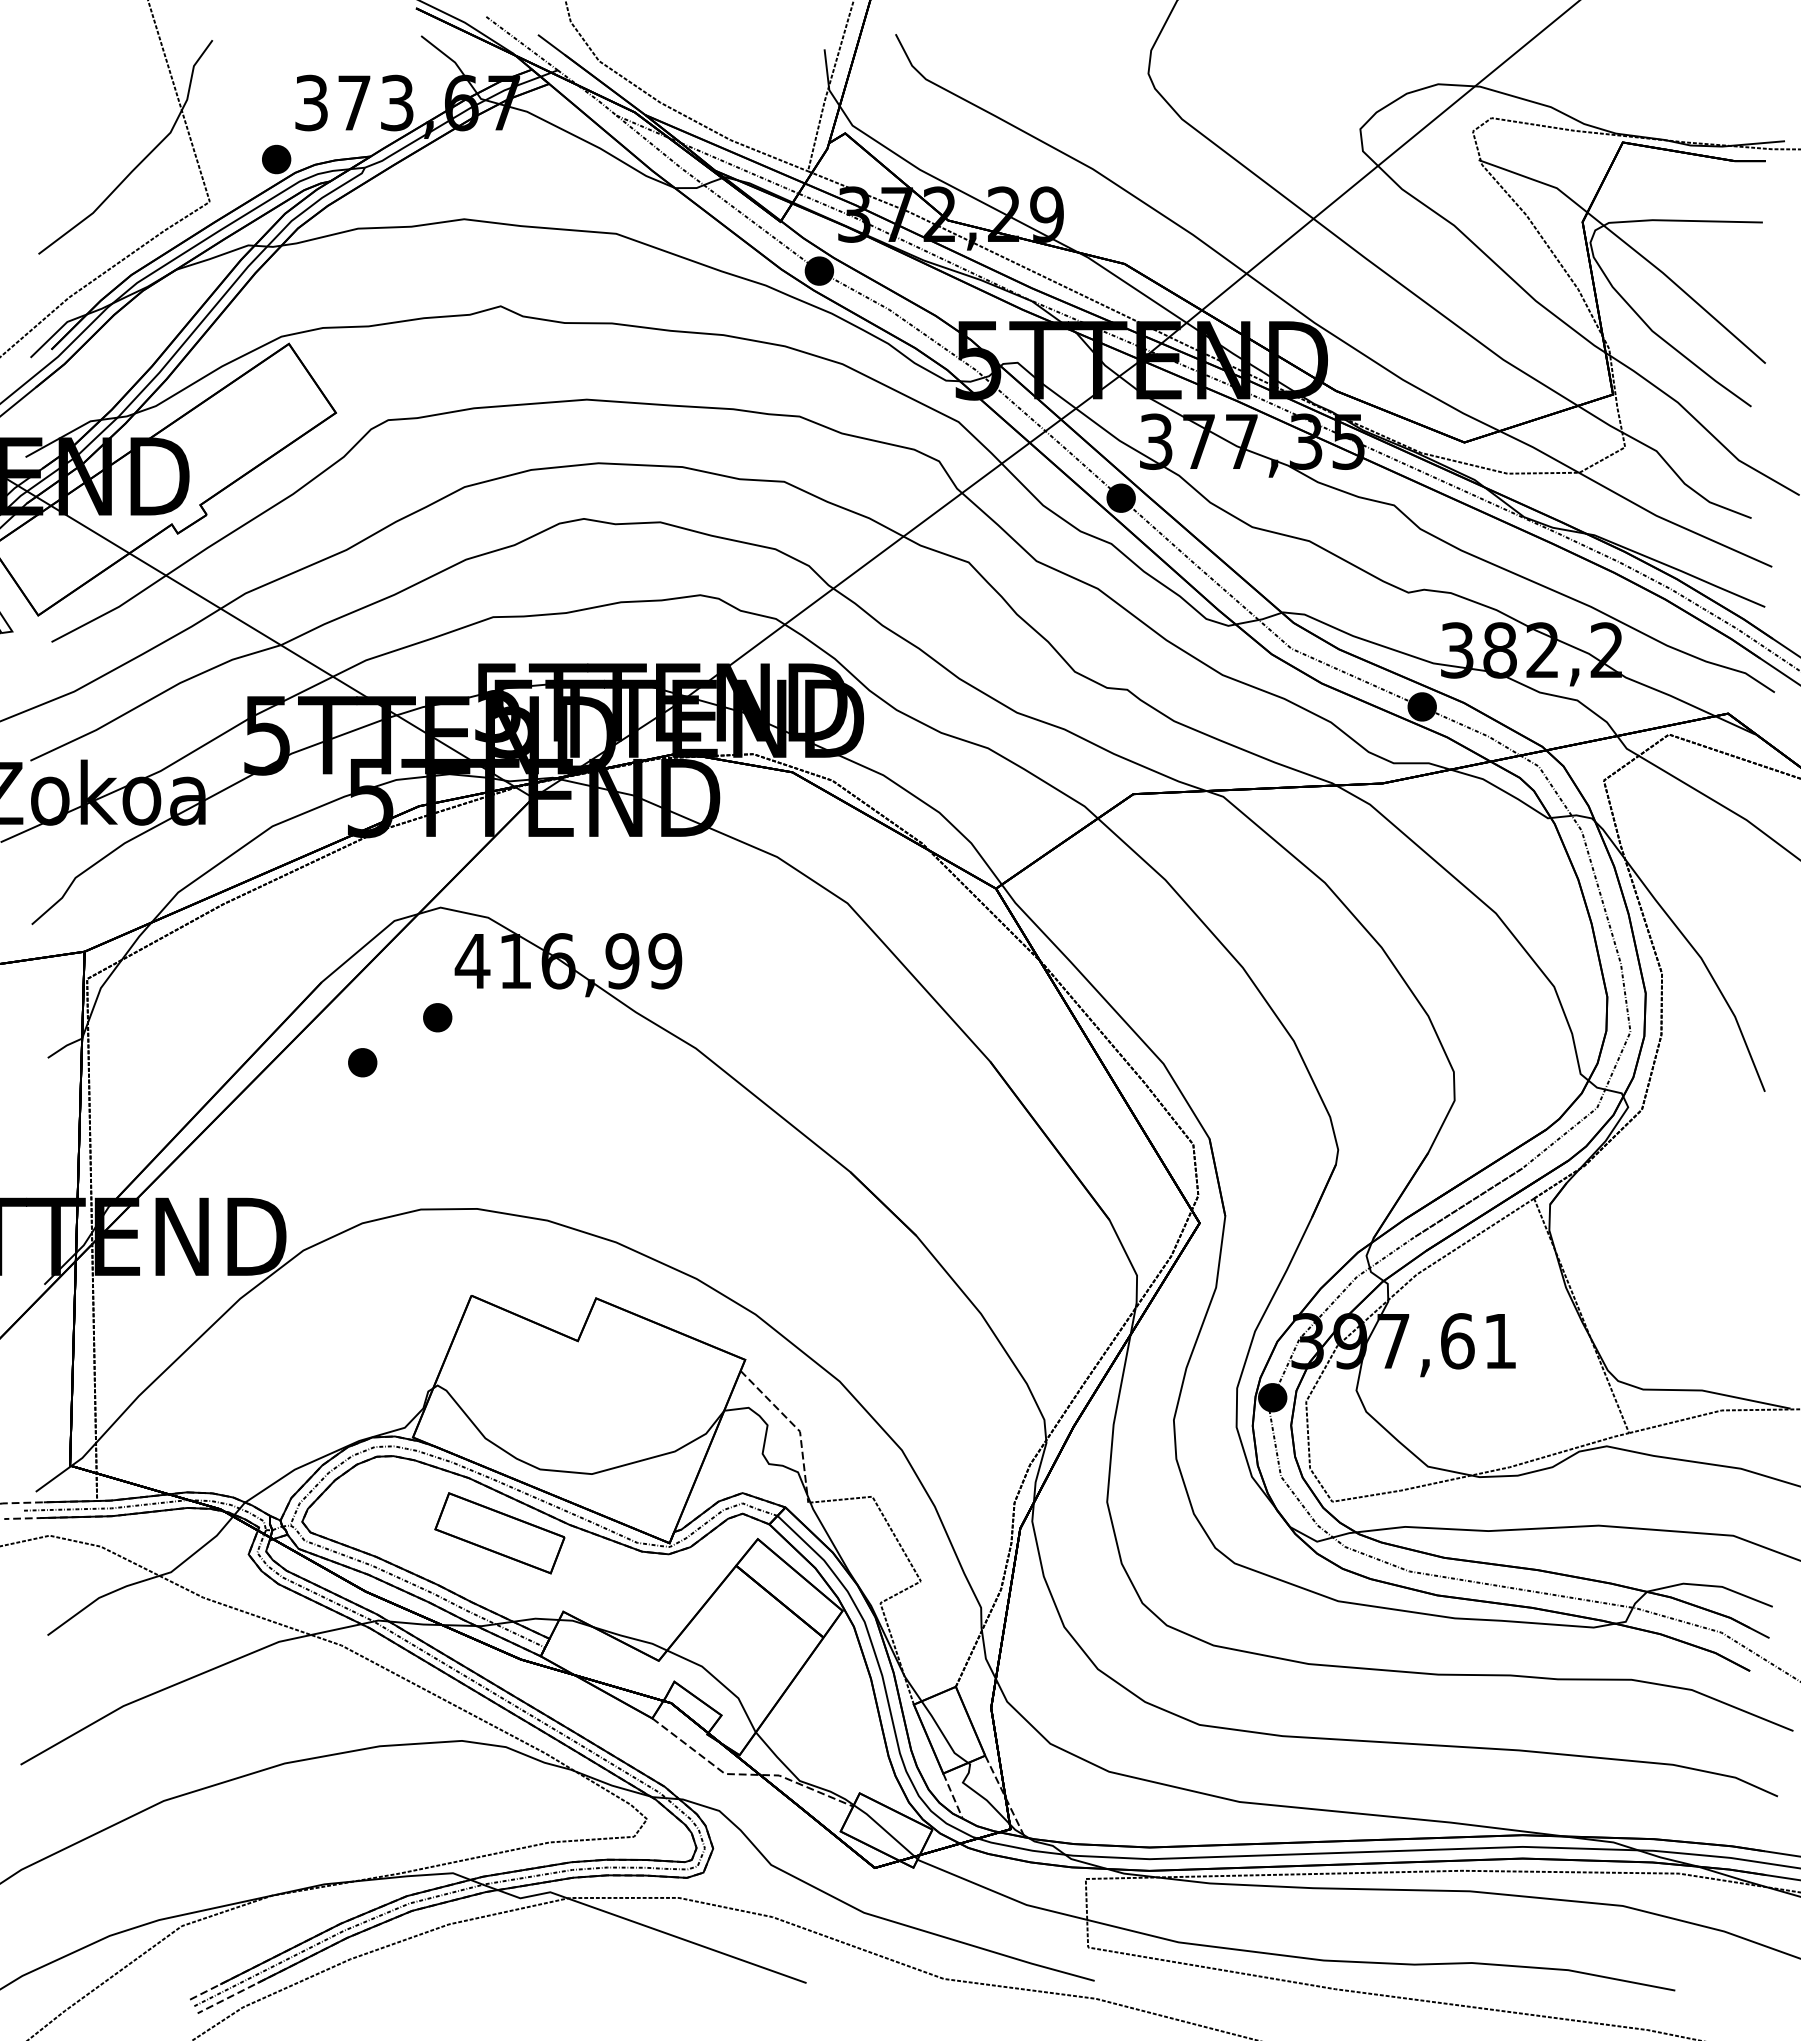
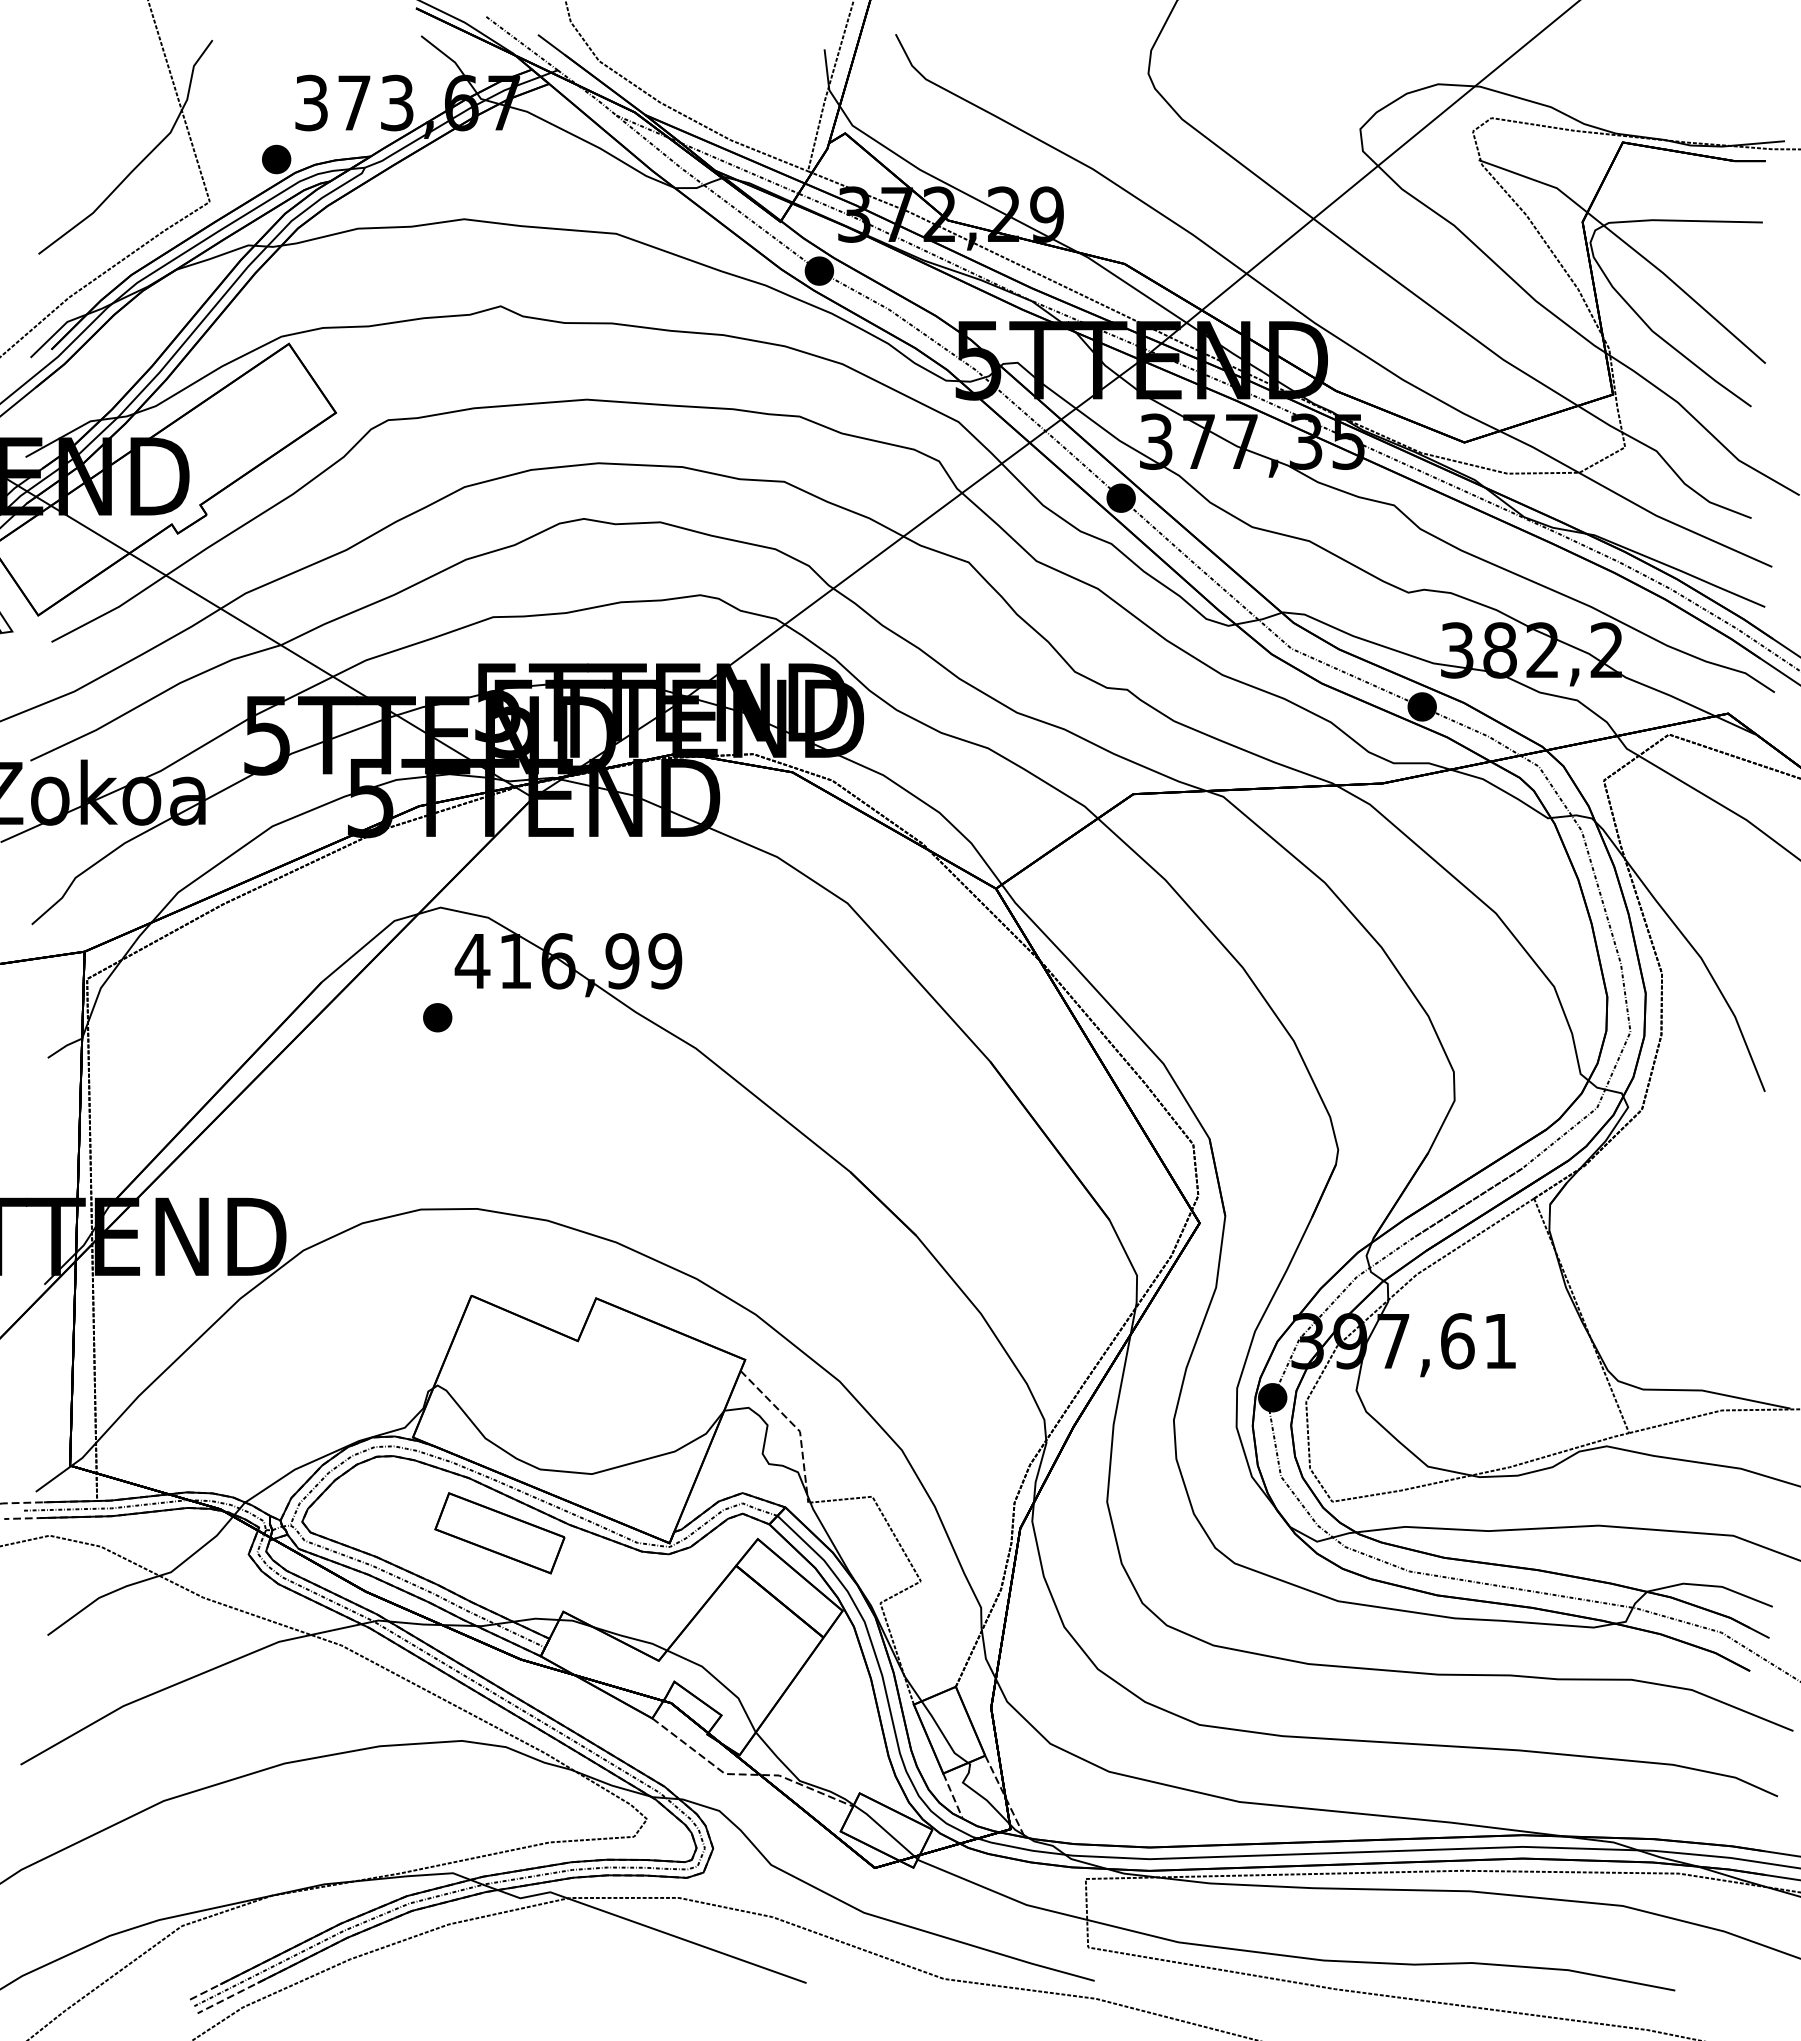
part at (362, 1062): present -> none
